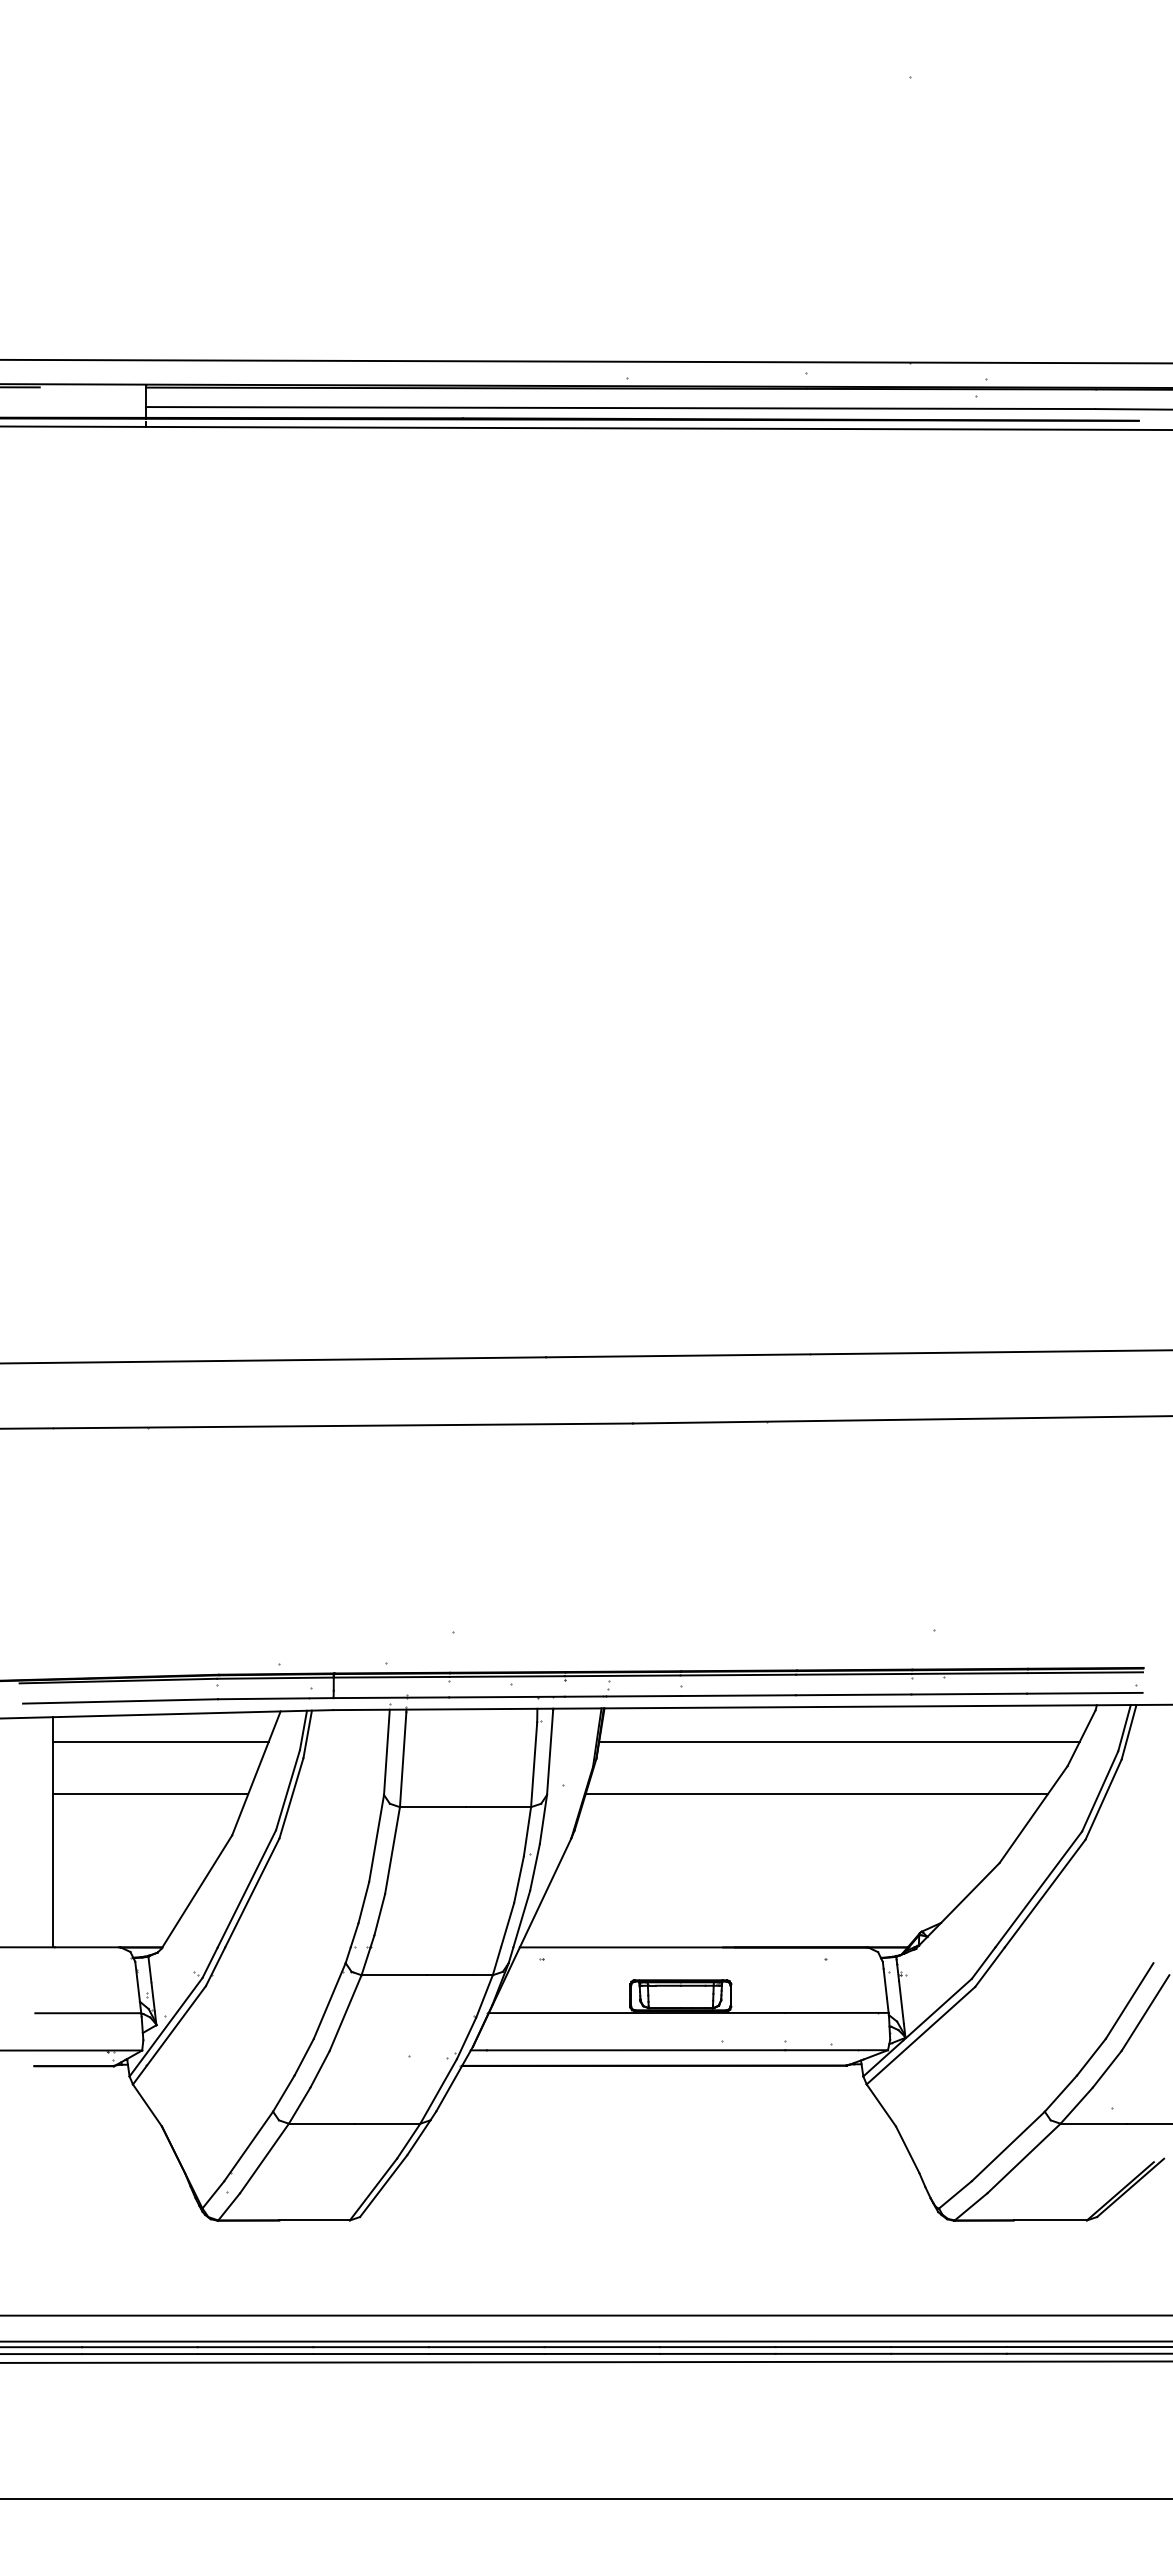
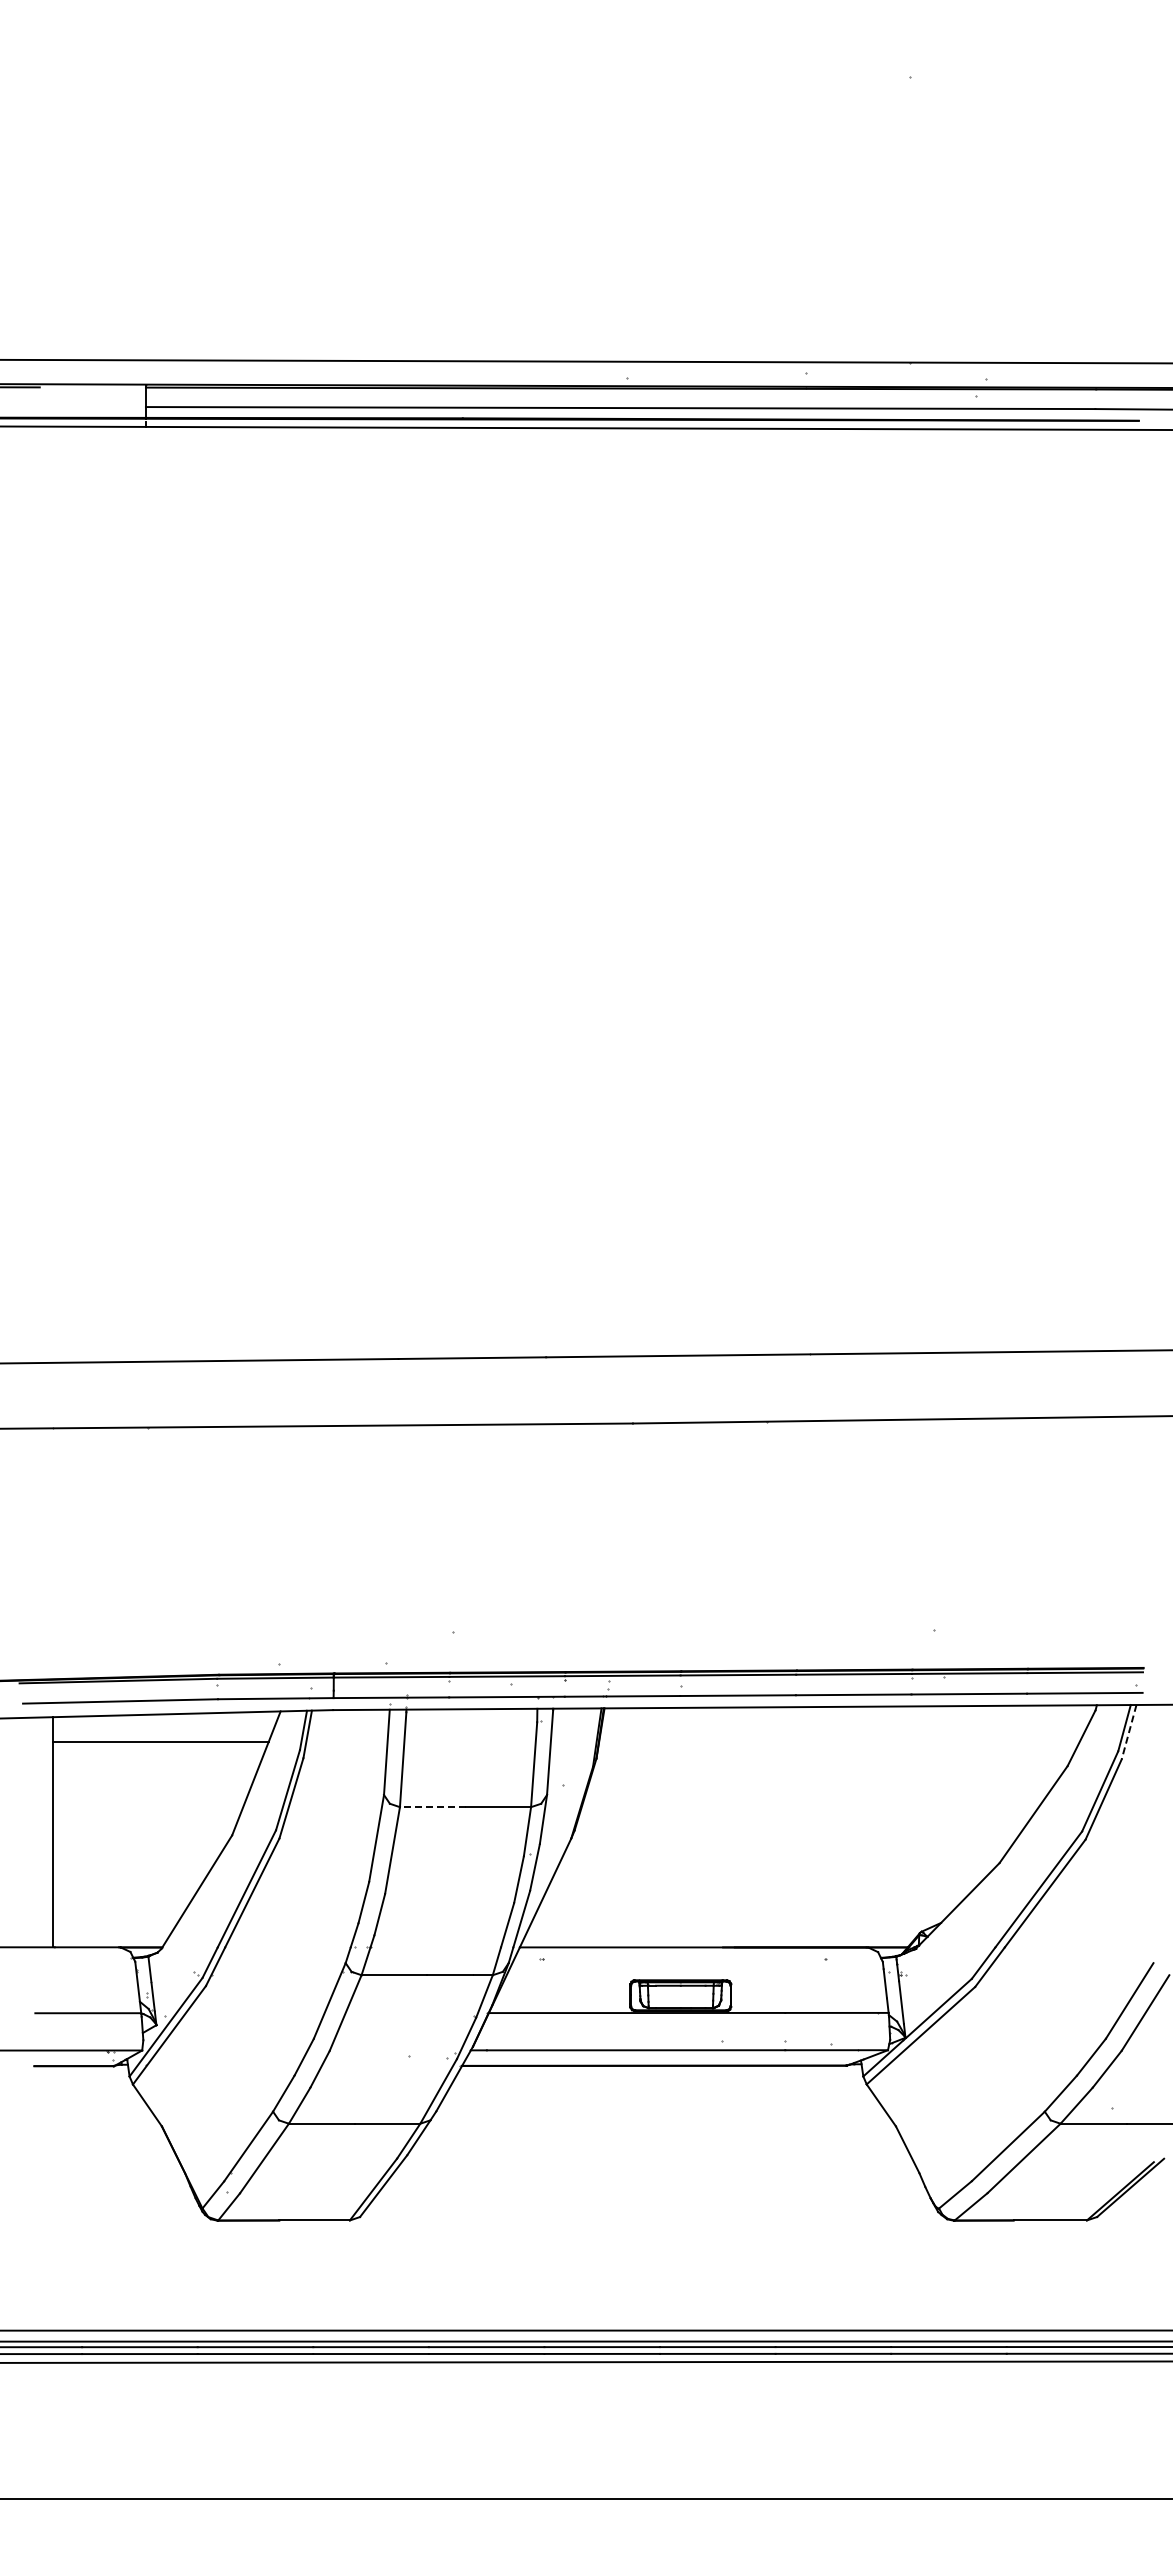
line at (1128, 1732): solid -> dashed
line at (839, 1741): present -> none
line at (150, 1794): present -> none
line at (816, 1794): present -> none
line at (432, 1807): solid -> dashed
line at (585, 2315) position: (585, 2315) -> (585, 2330)
